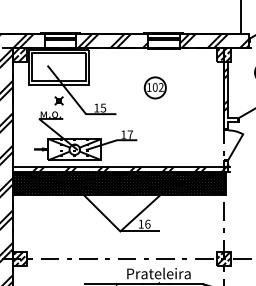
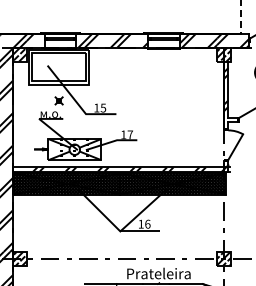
line at (240, 17): solid -> dashed
part at (154, 87): present -> none
